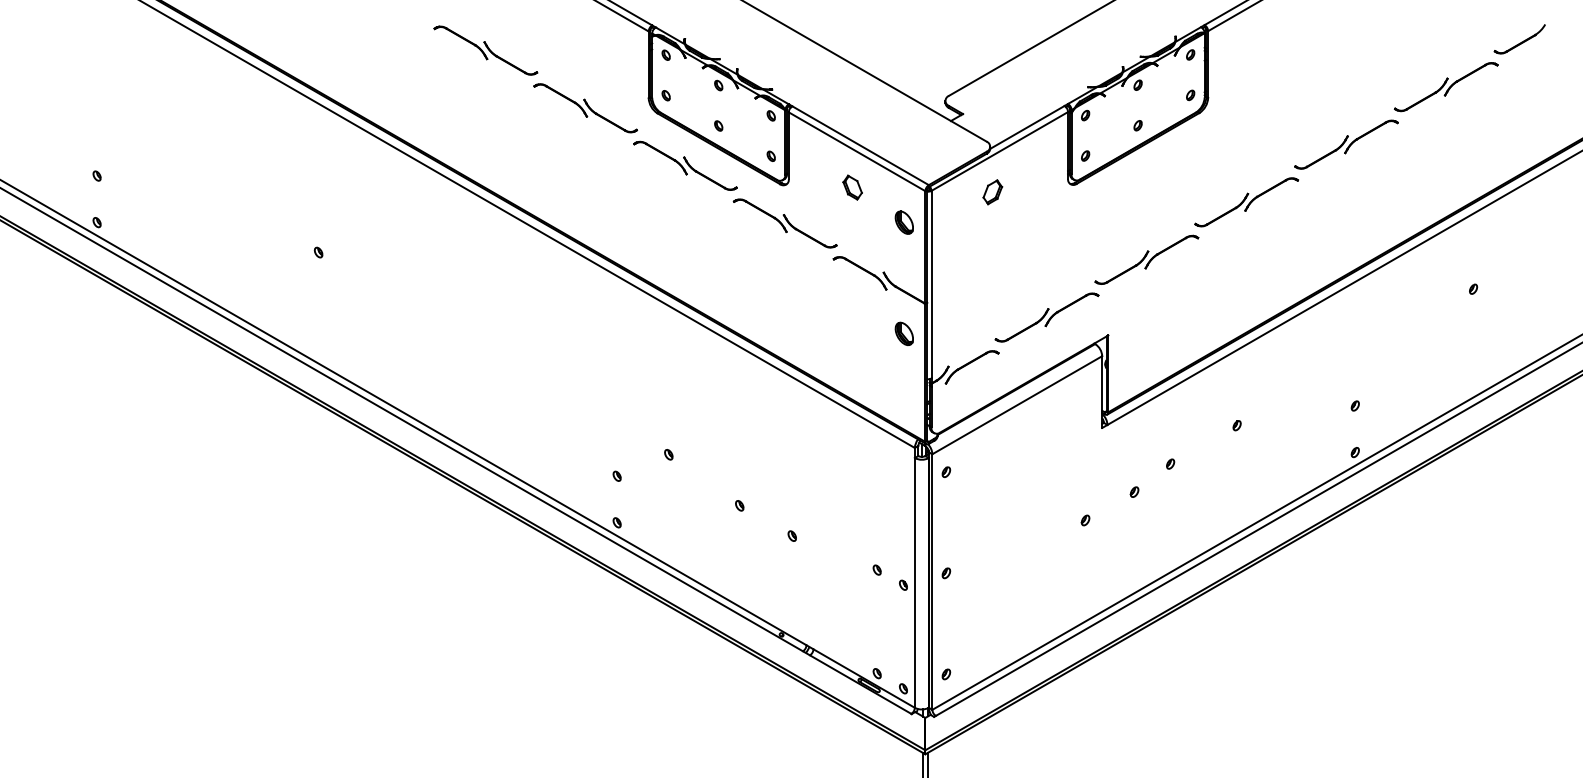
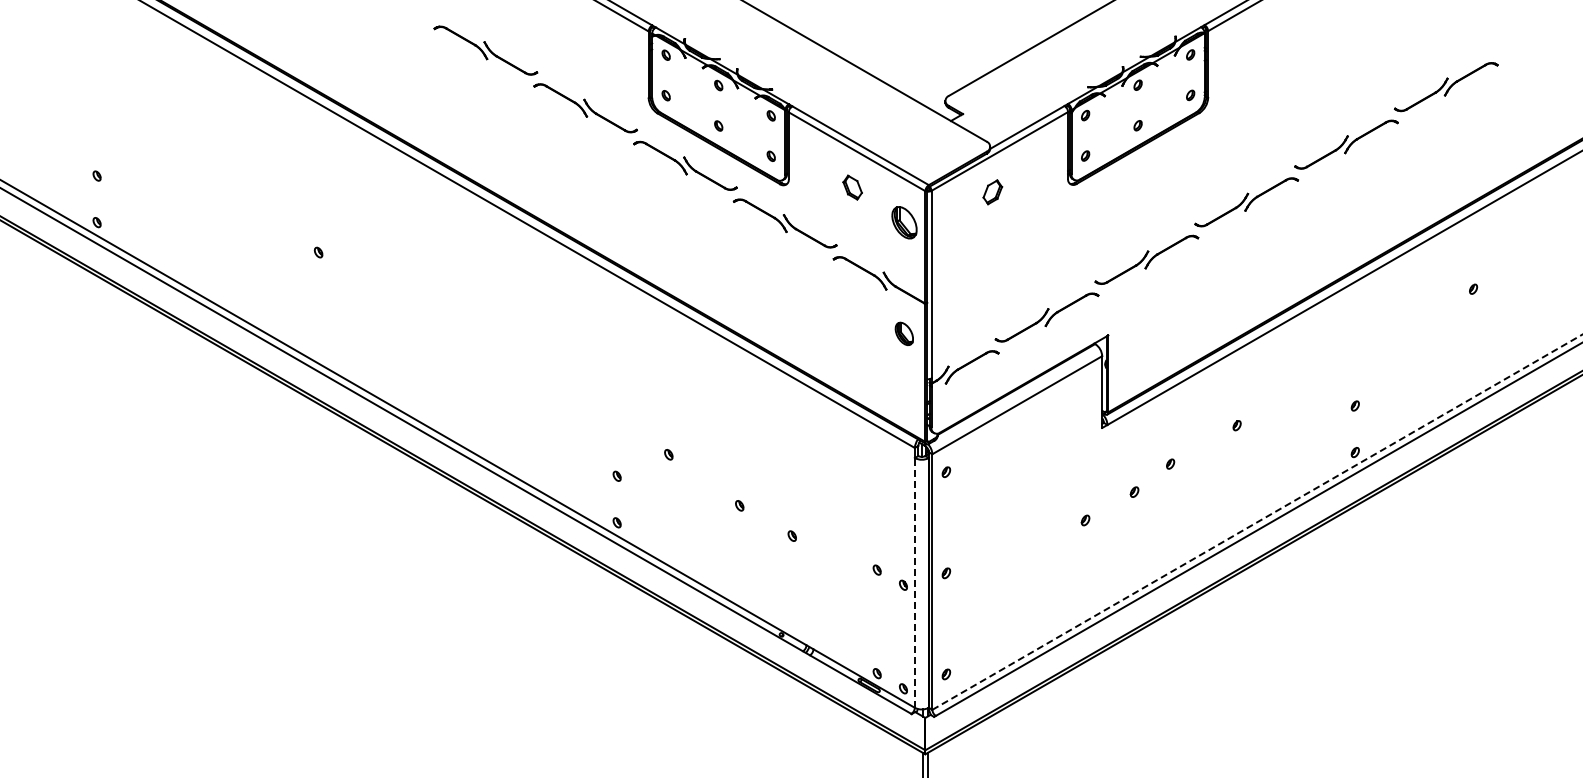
part at (1519, 39): present -> none
part at (903, 222) size: 20x25 px -> 27x34 px
line at (1257, 522): solid -> dashed
line at (914, 582): solid -> dashed
